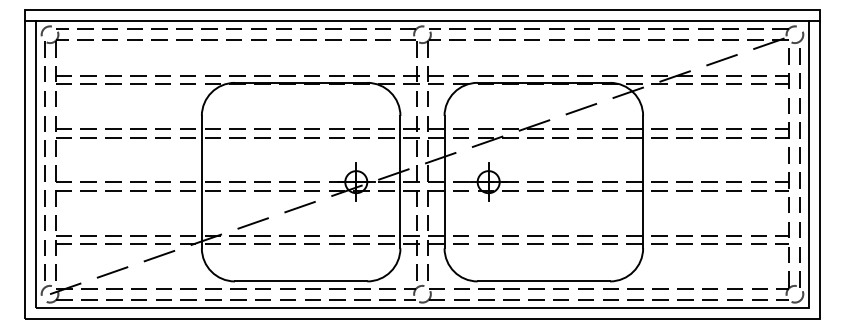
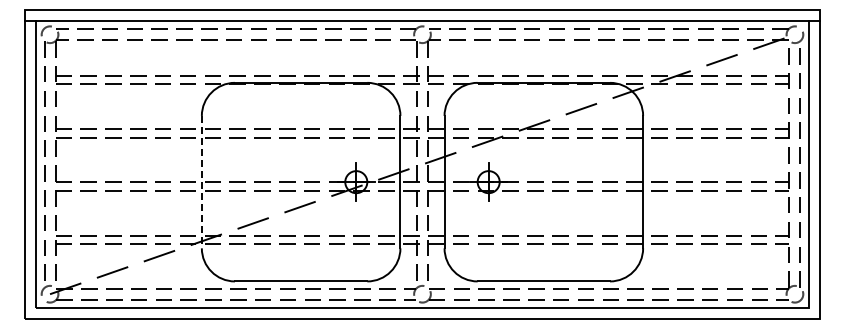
line at (201, 182): solid -> dashed
